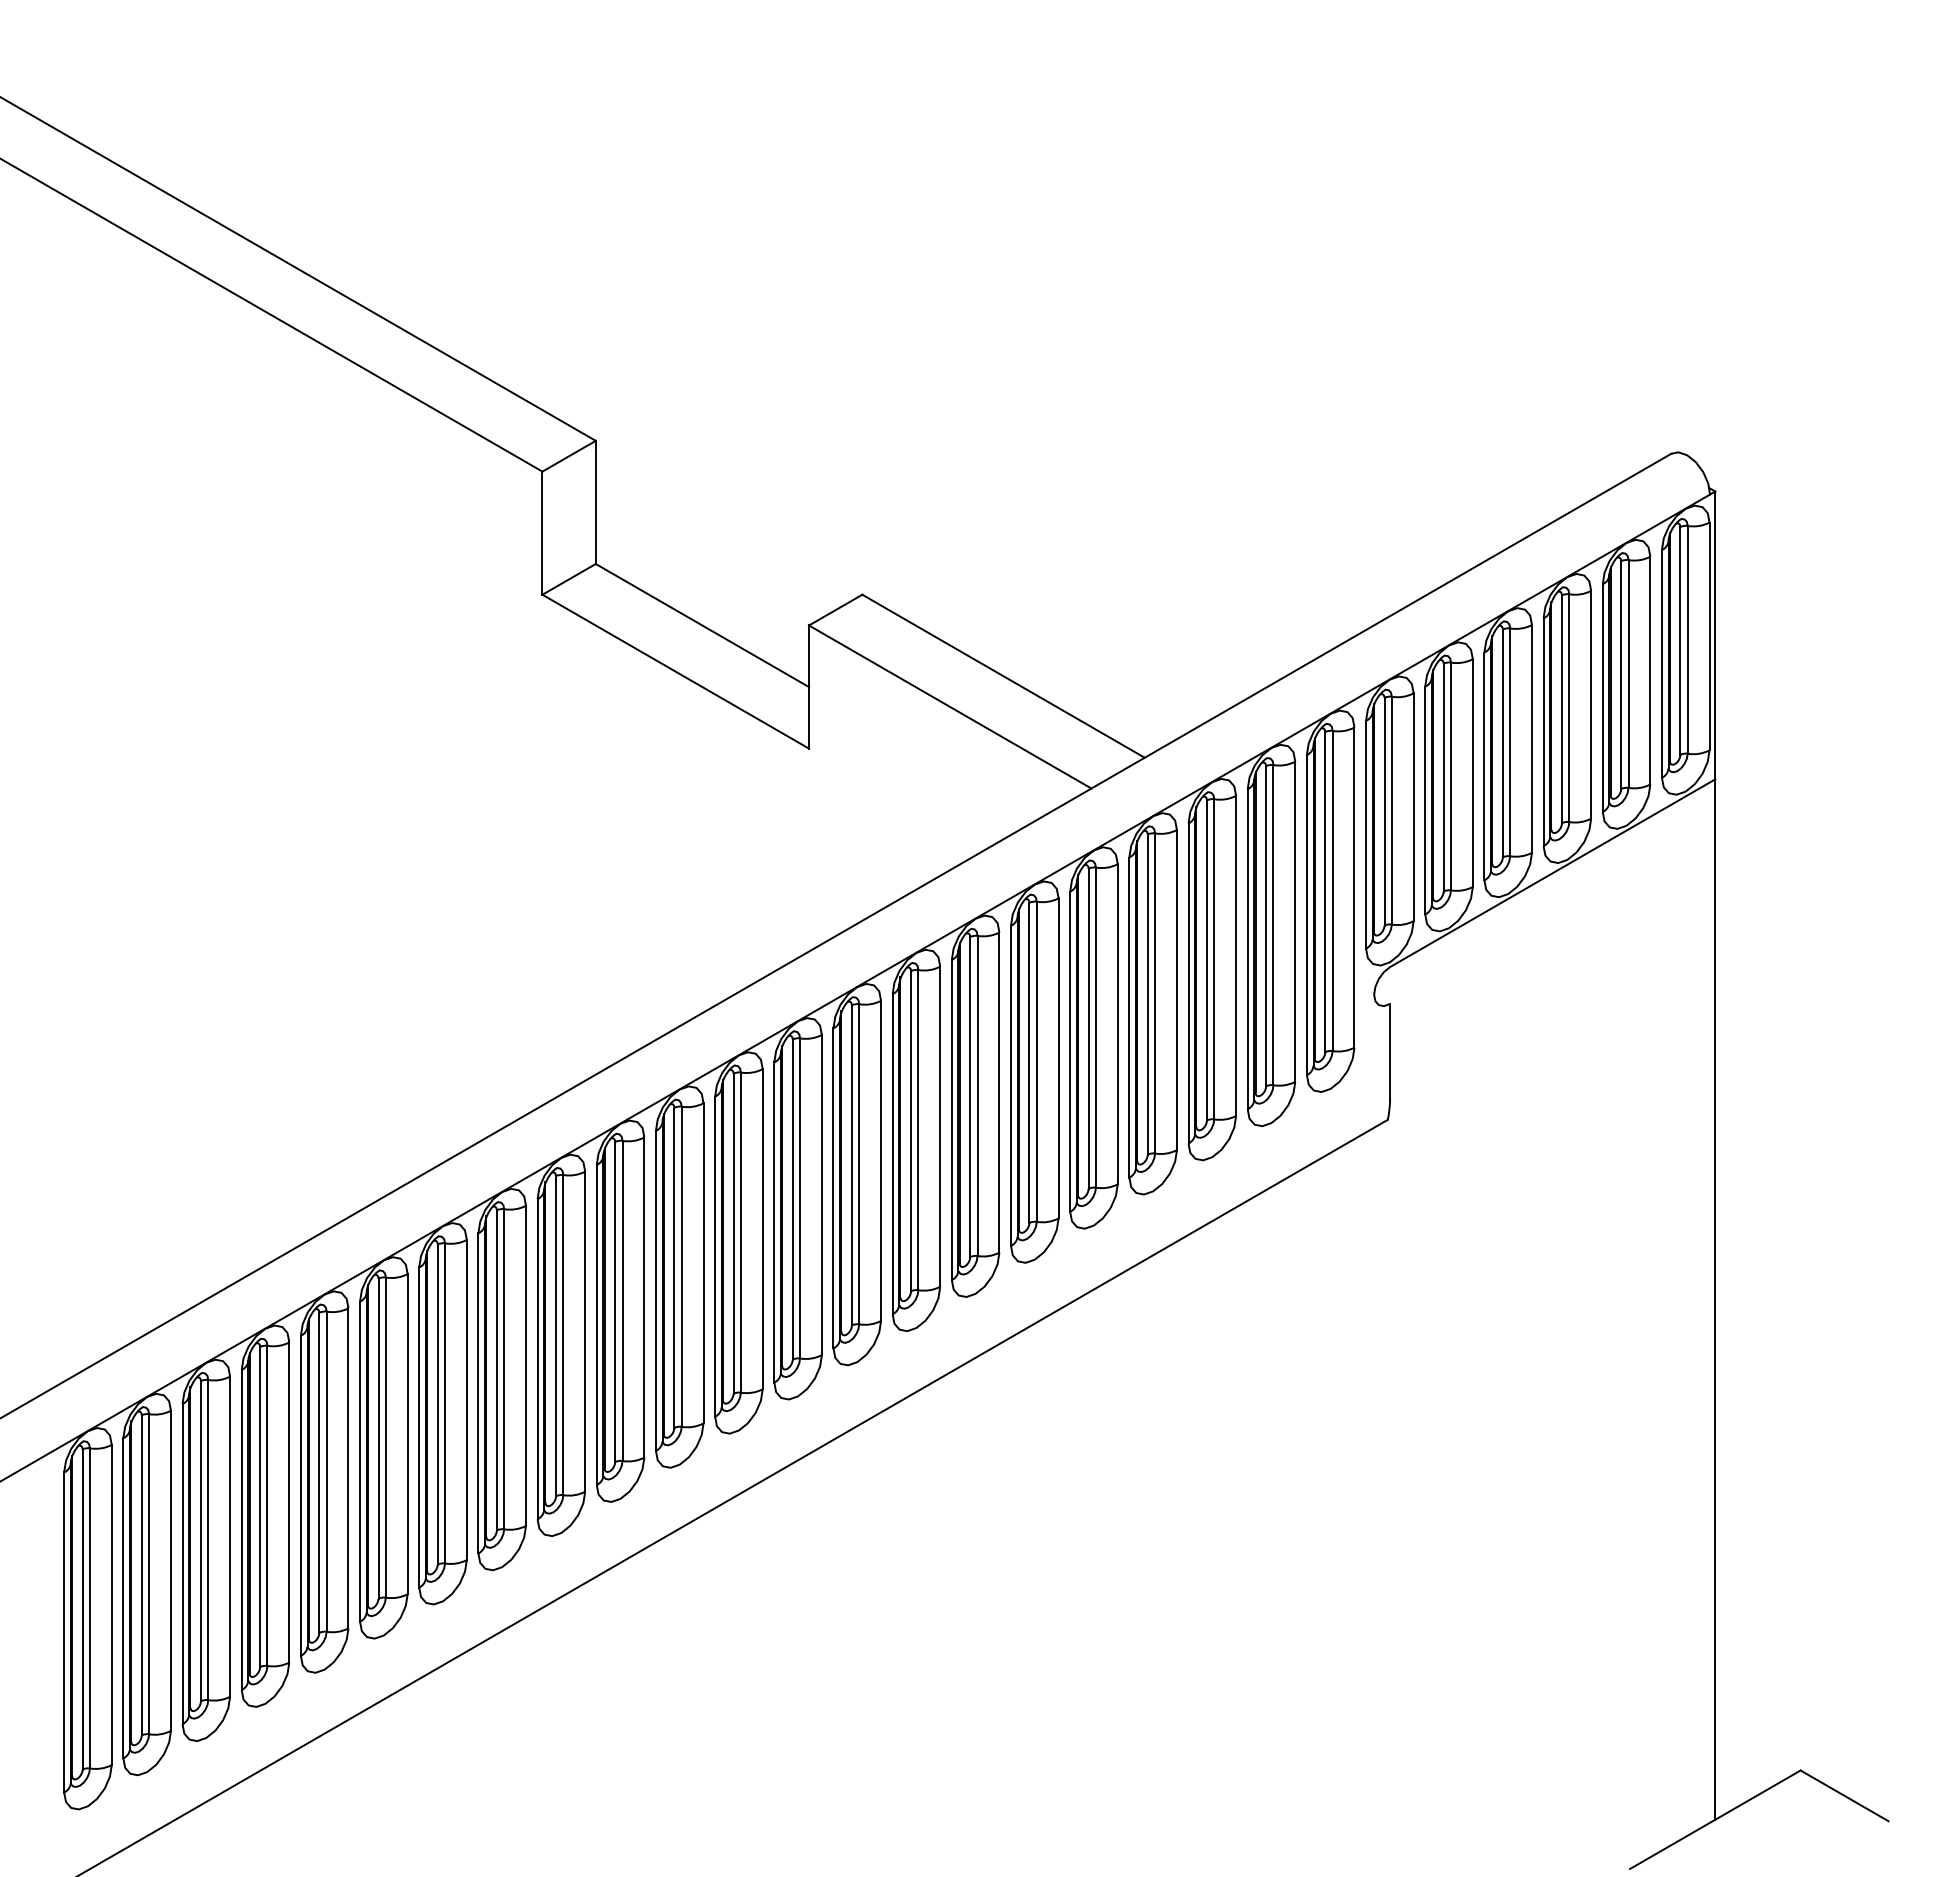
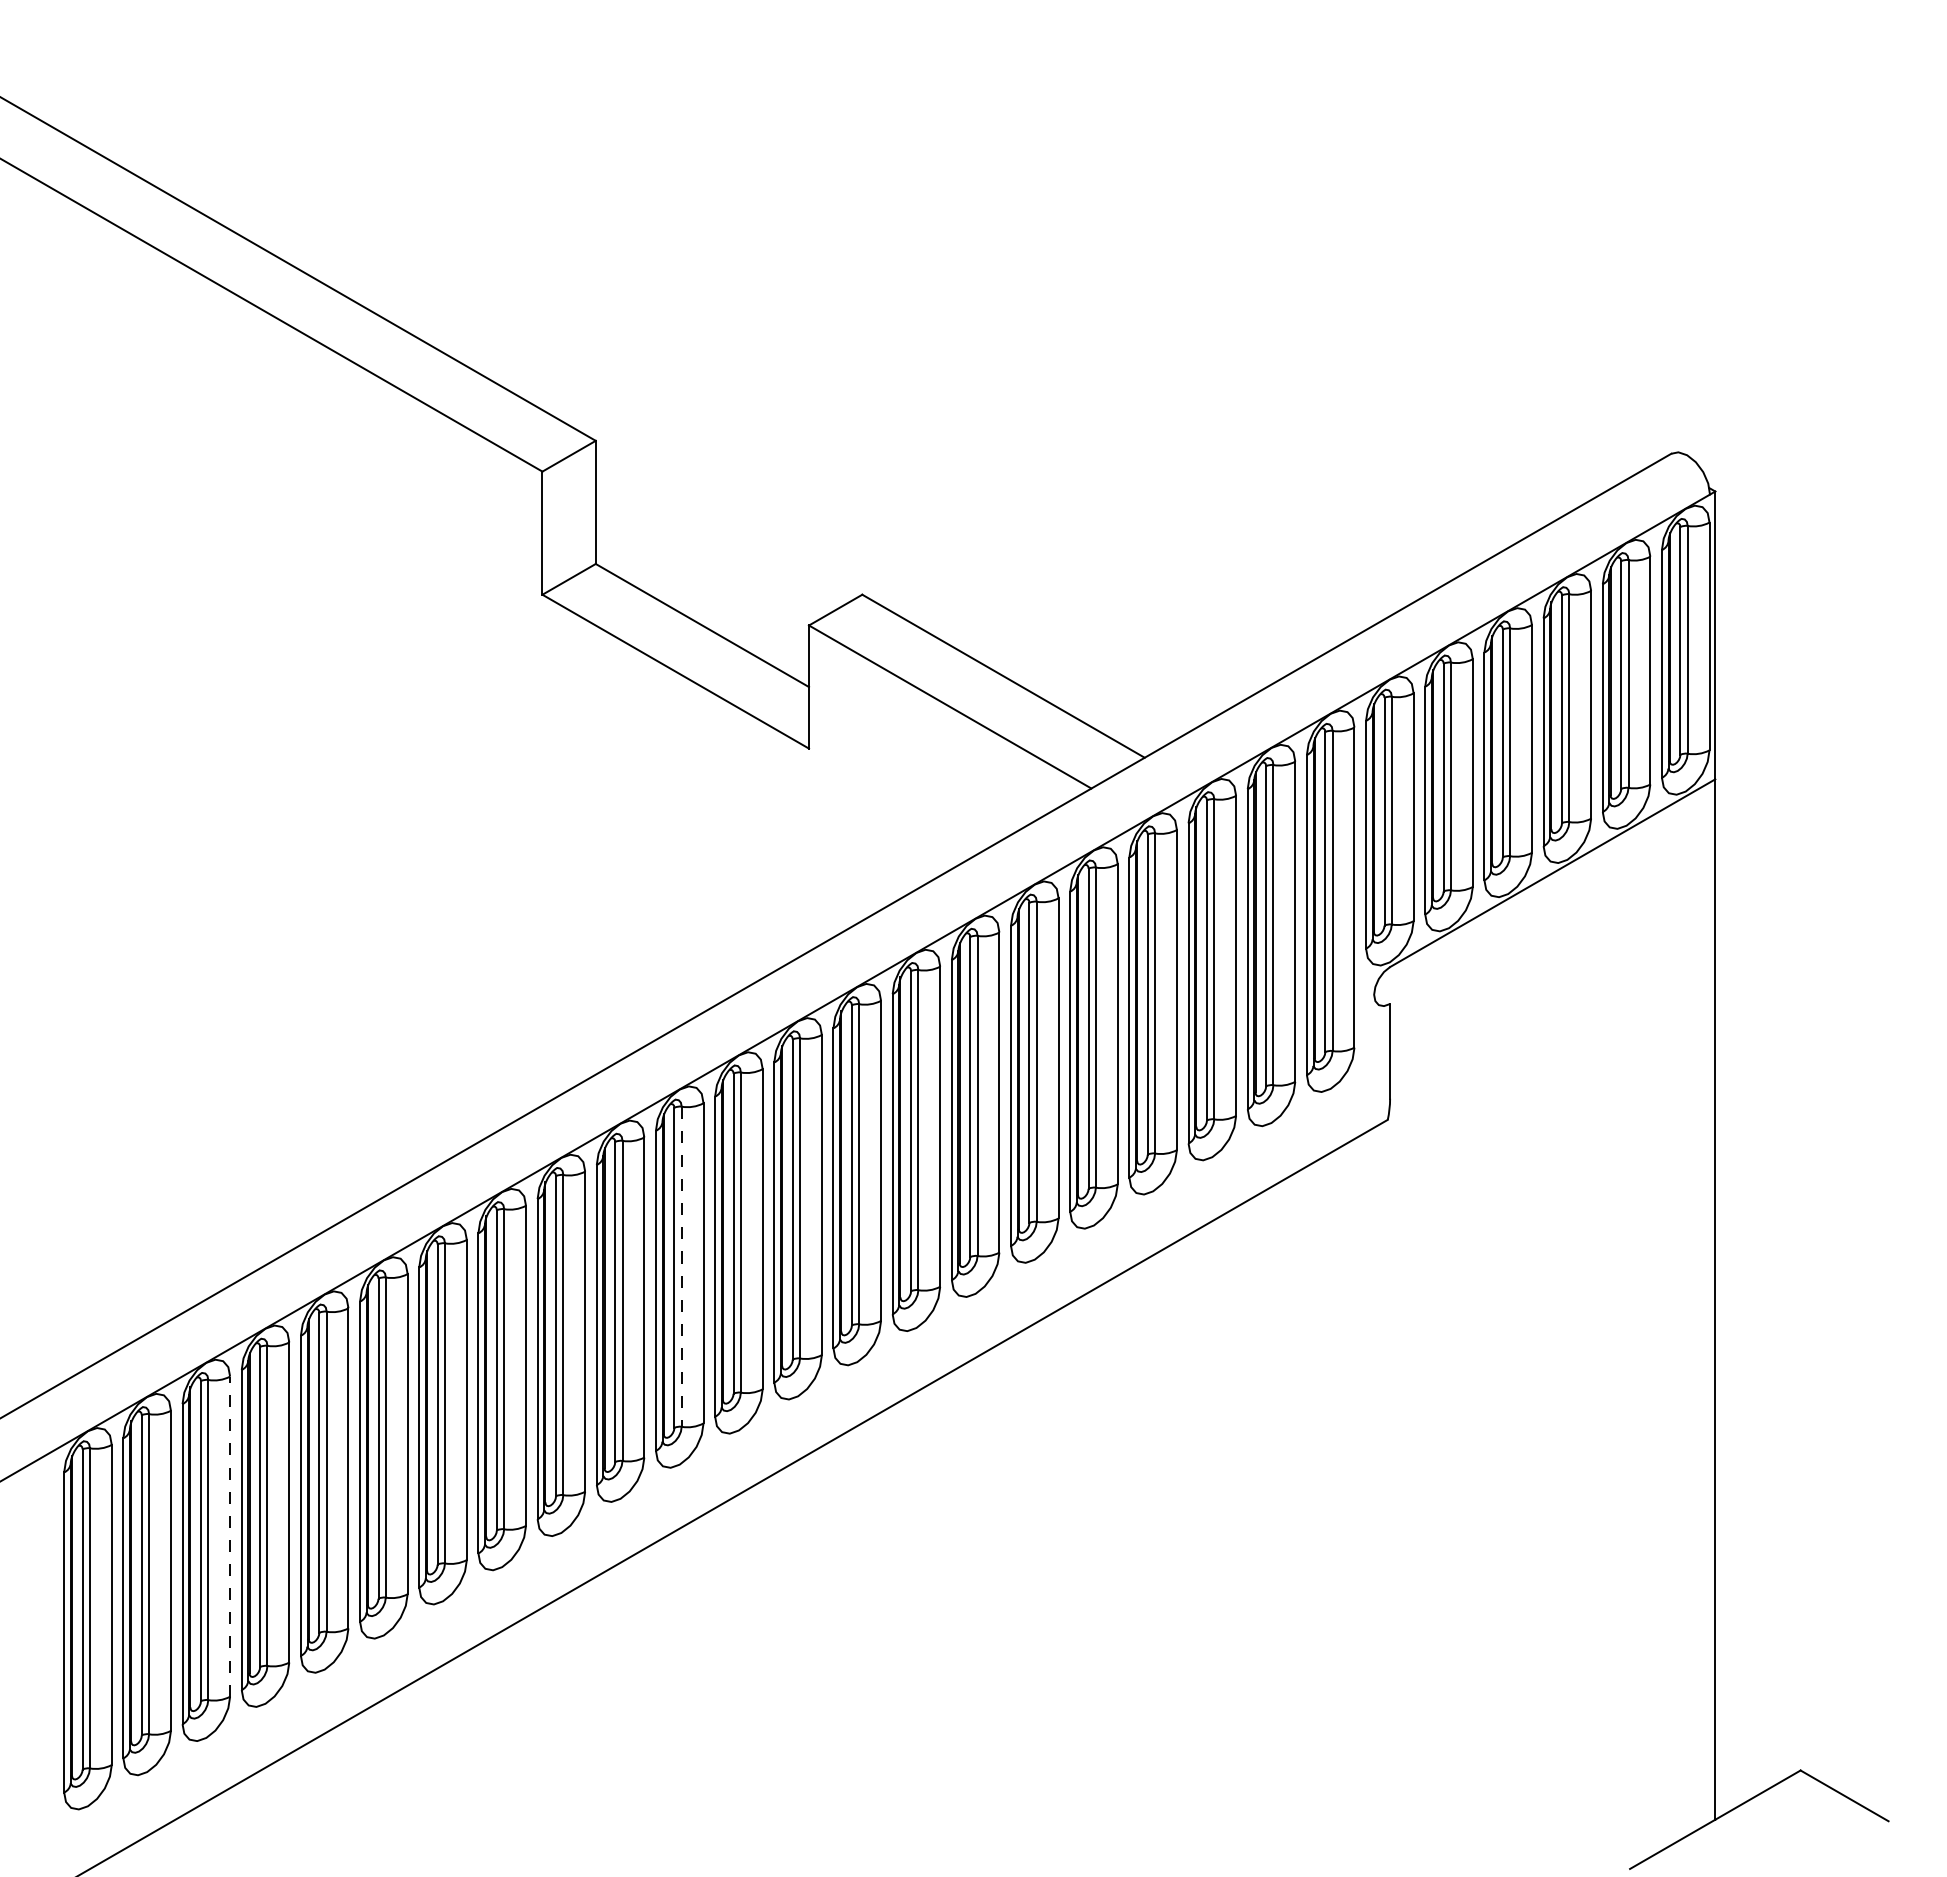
line at (681, 1267): solid -> dashed
line at (230, 1536): solid -> dashed
